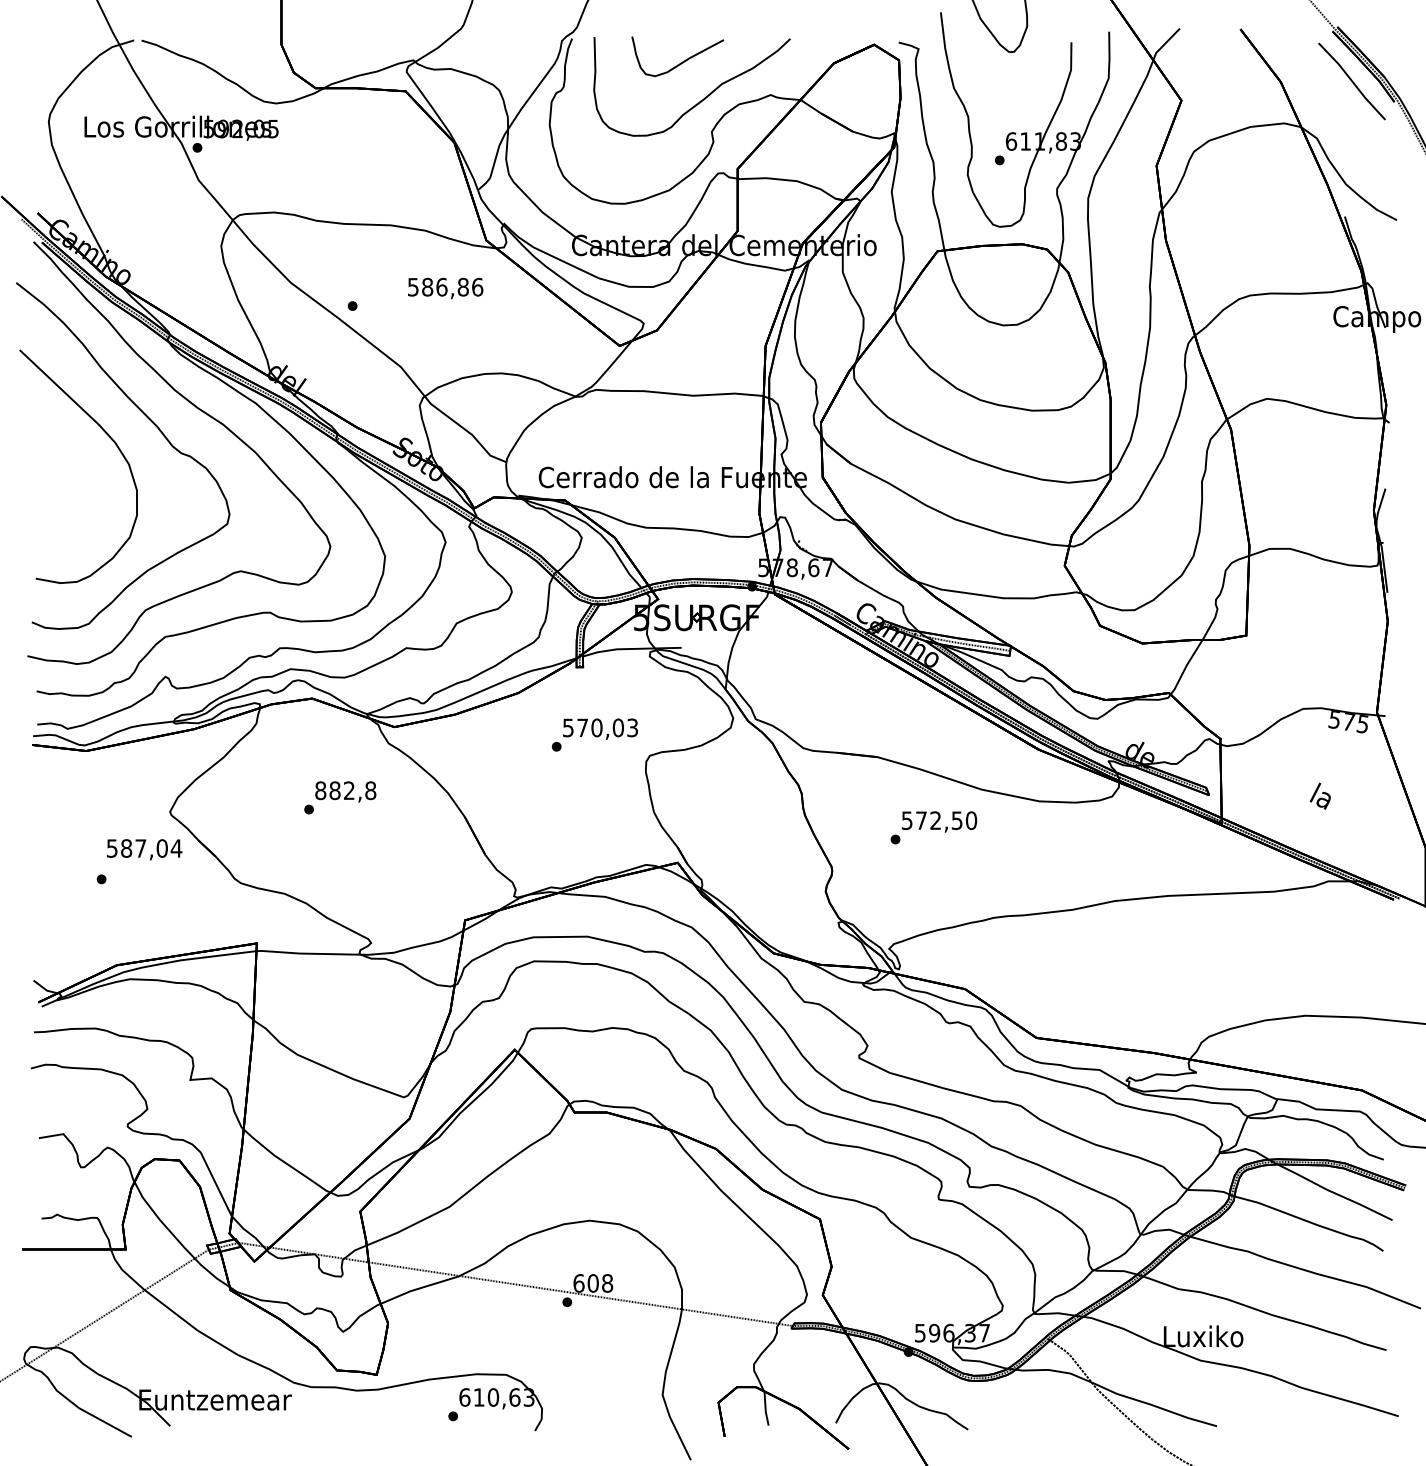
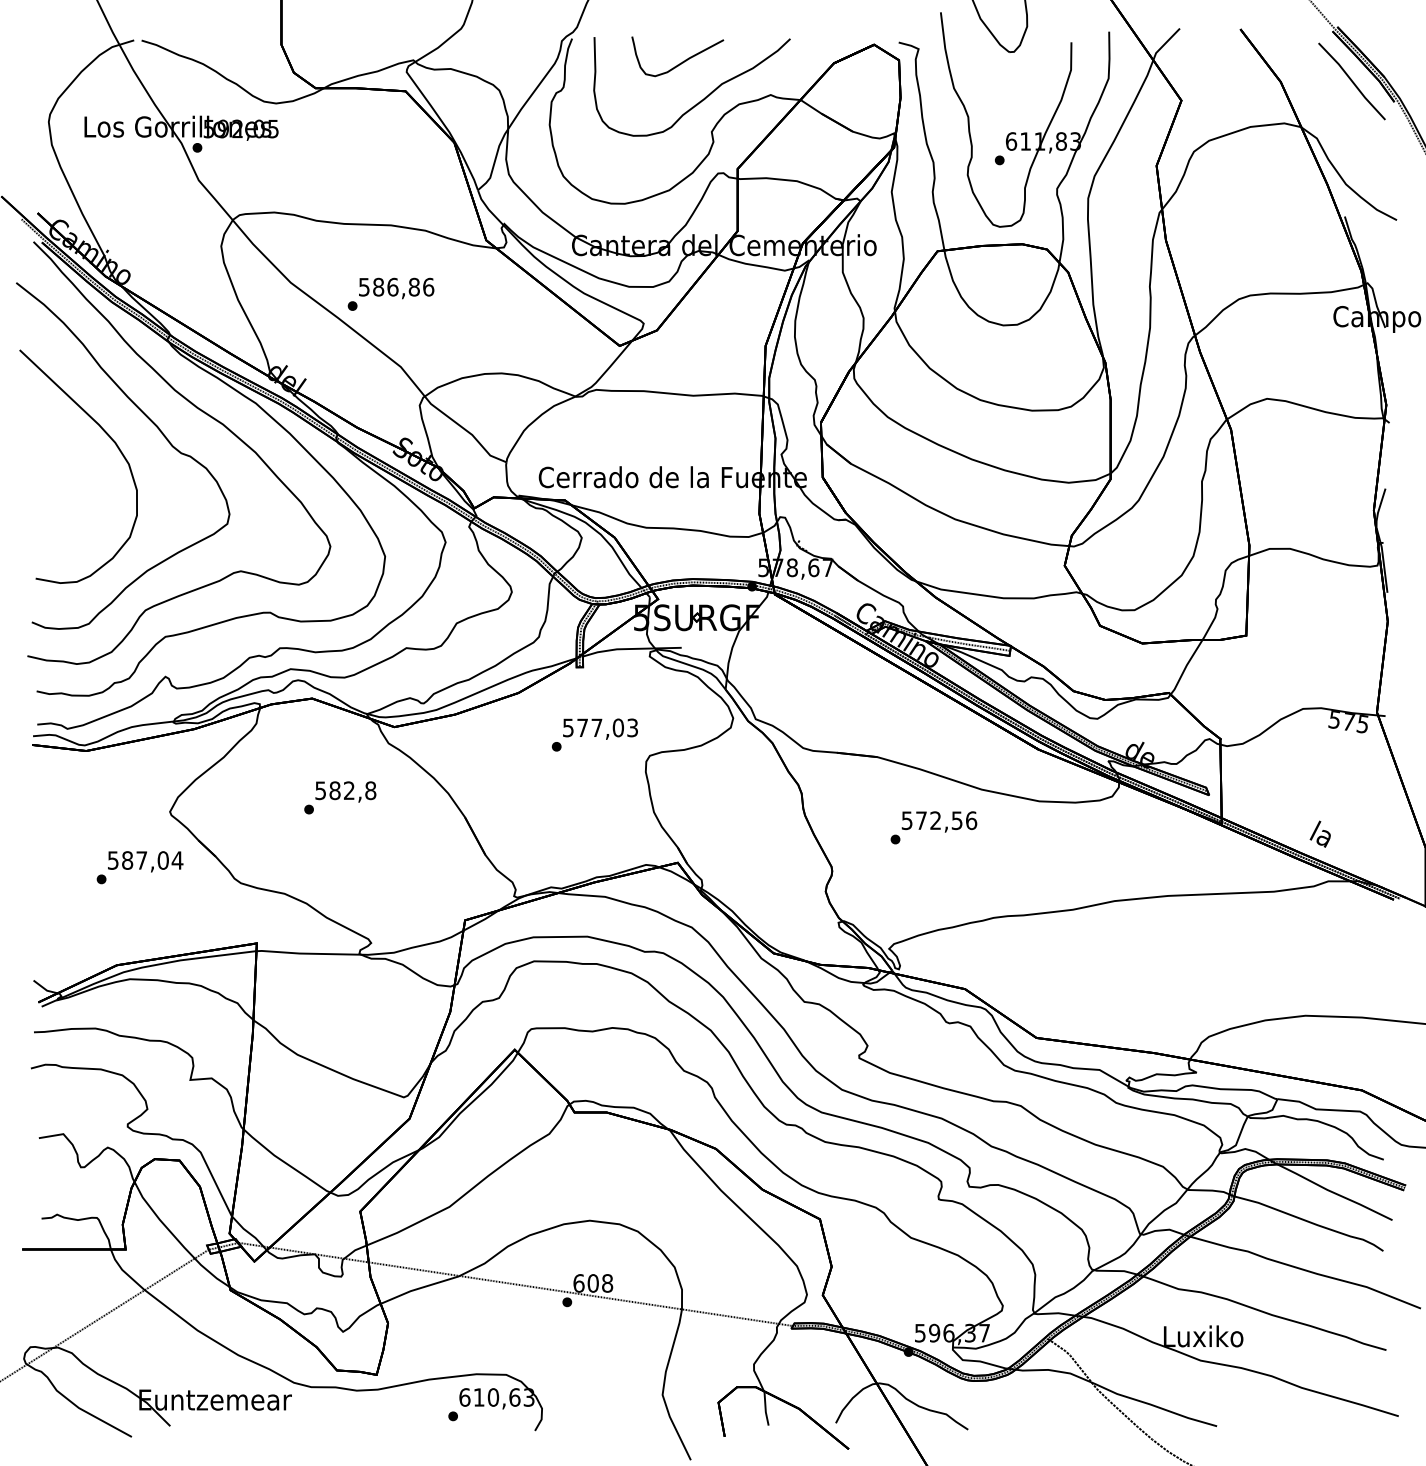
text at (445, 288) position: (445, 288) -> (396, 288)
text at (596, 727): 570,03 -> 577,03
text at (320, 790): 882,8 -> 582,8
text at (1319, 795) position: (1319, 795) -> (1319, 833)
text at (971, 820): 572,50 -> 572,56
text at (144, 849) position: (144, 849) -> (145, 861)
